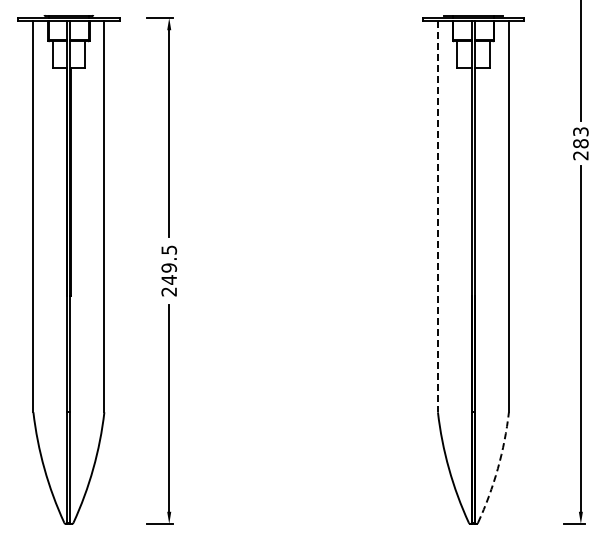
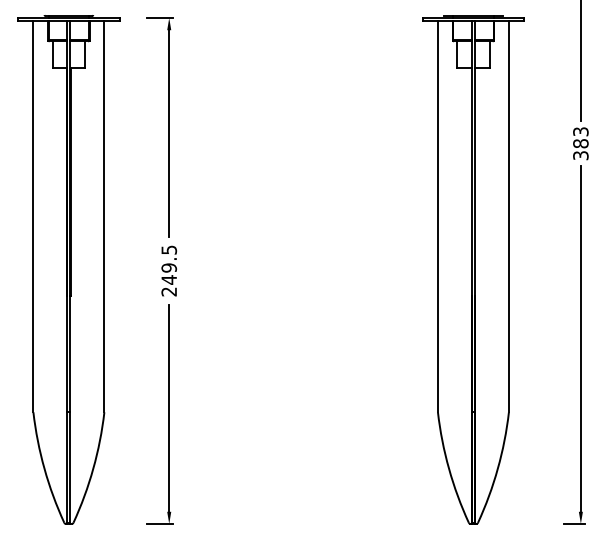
text at (580, 155): 283 -> 383
line at (437, 216): dashed -> solid
arc at (497, 468): dashed -> solid
